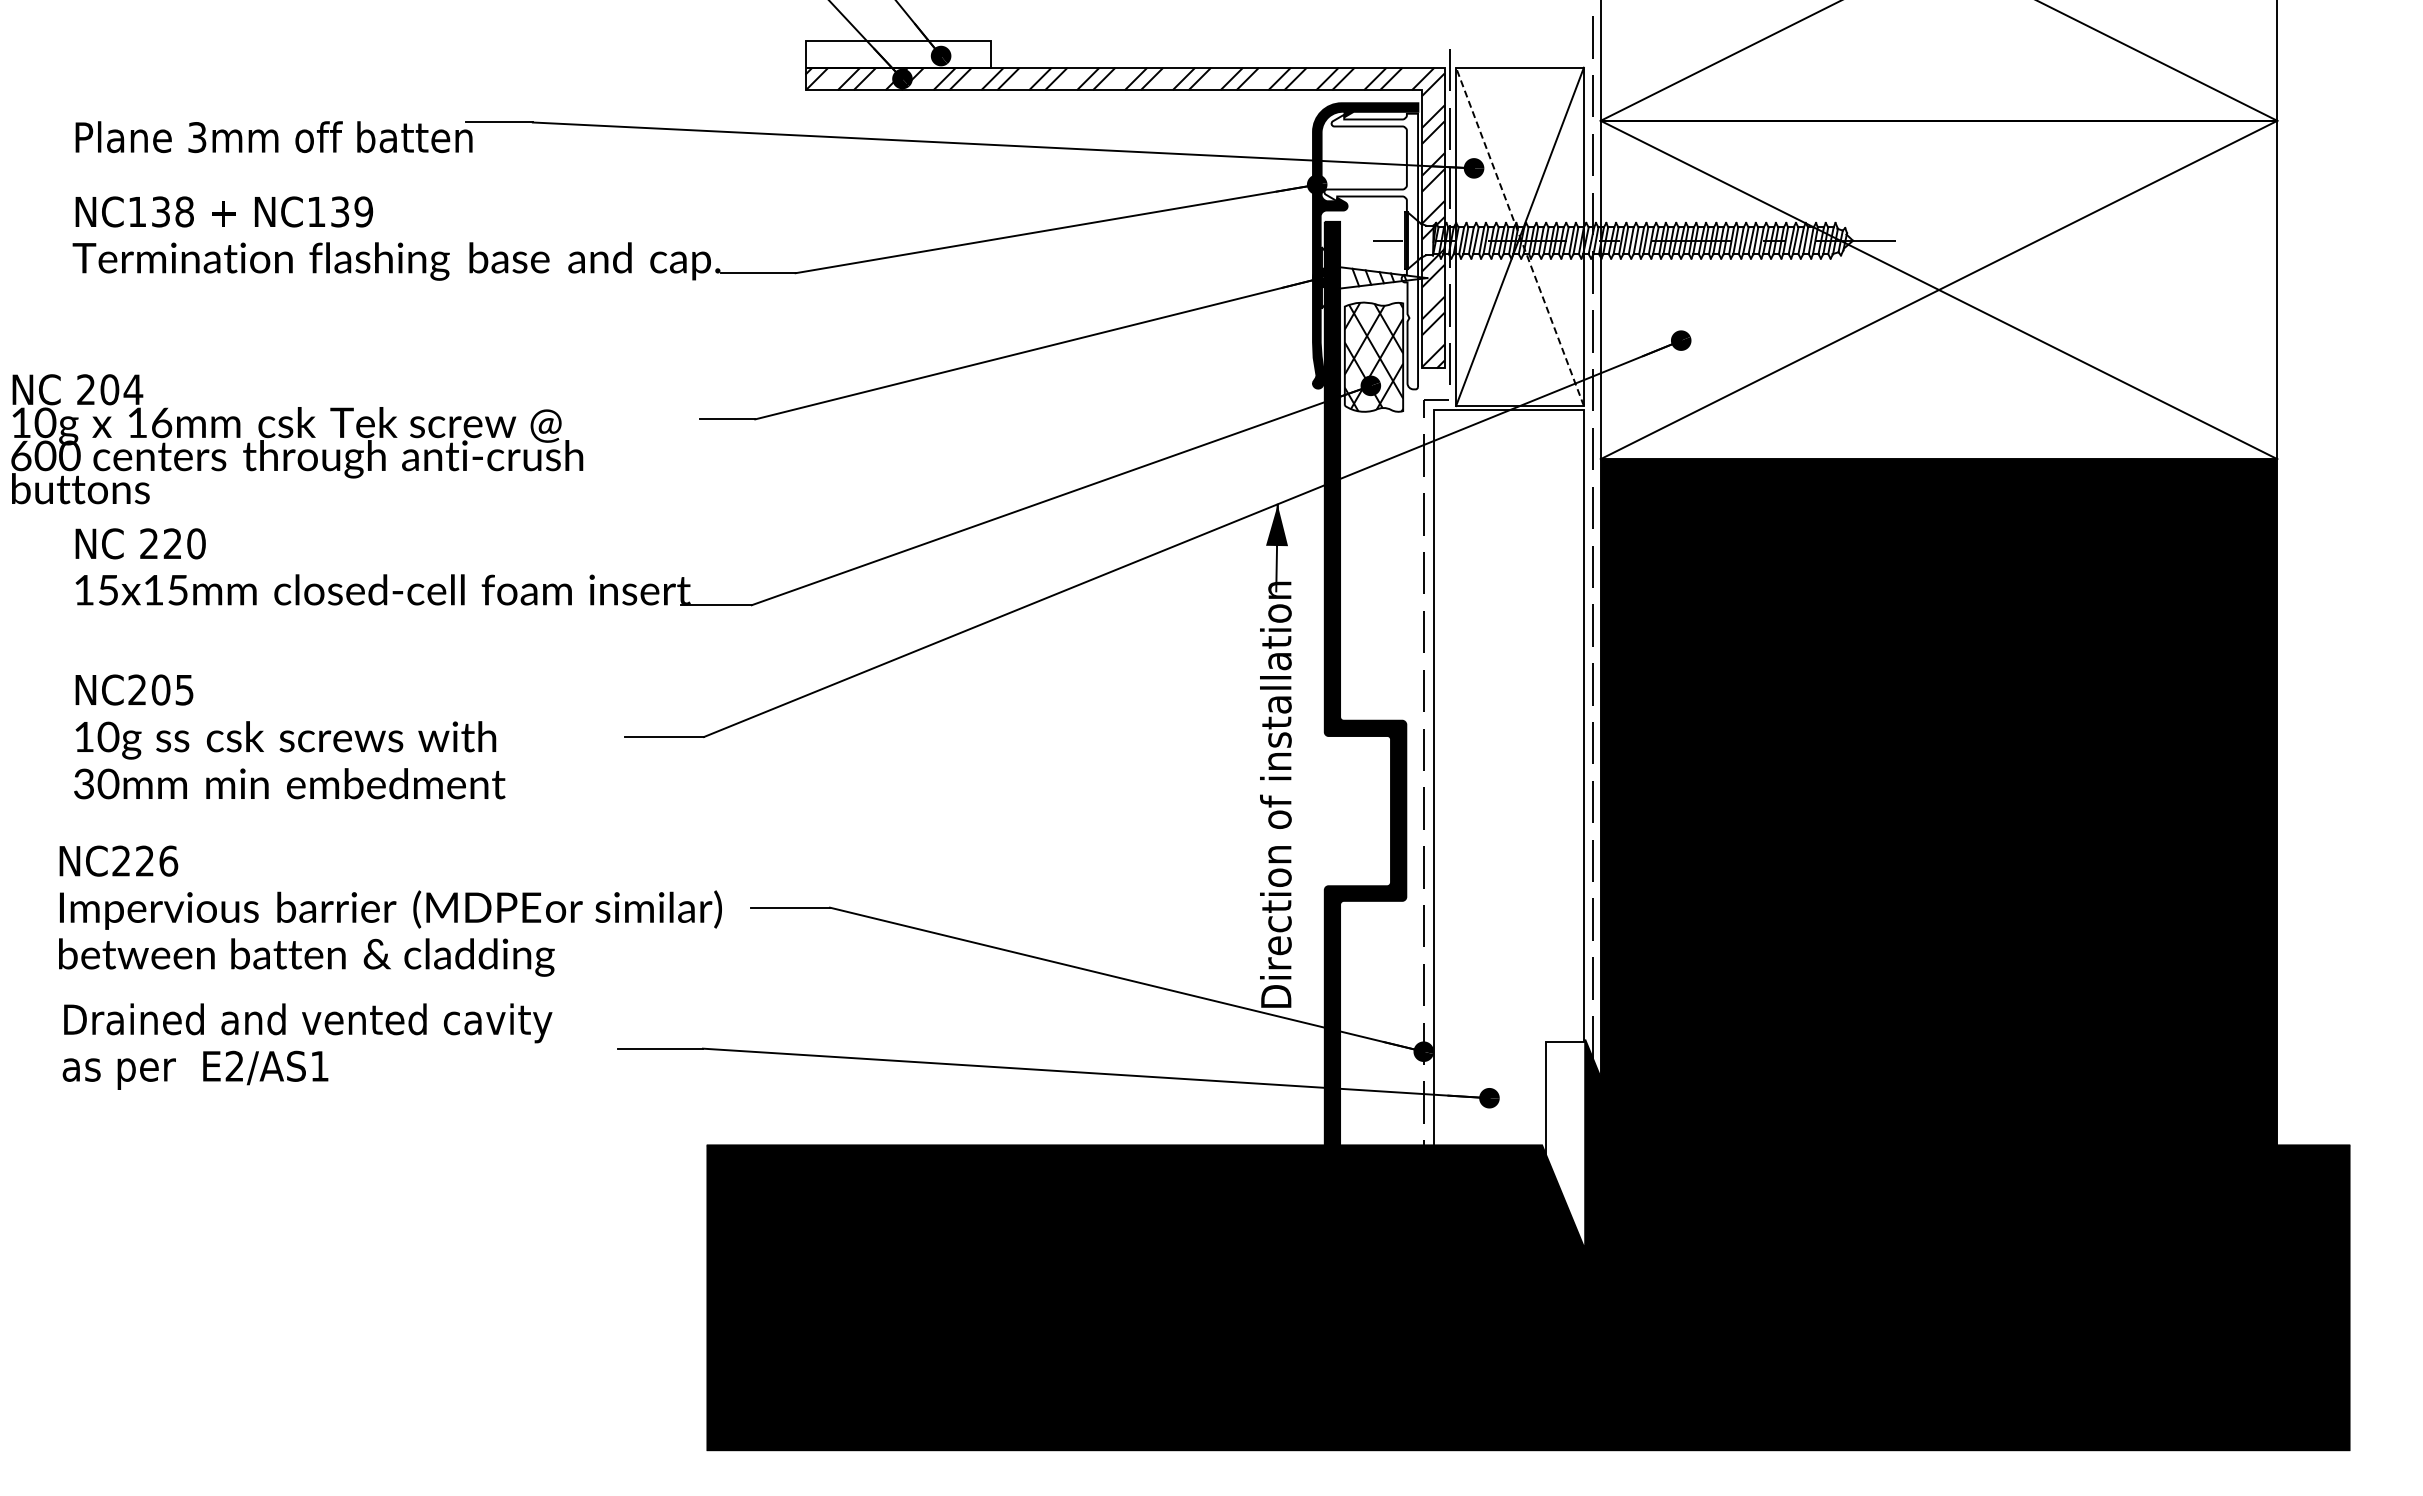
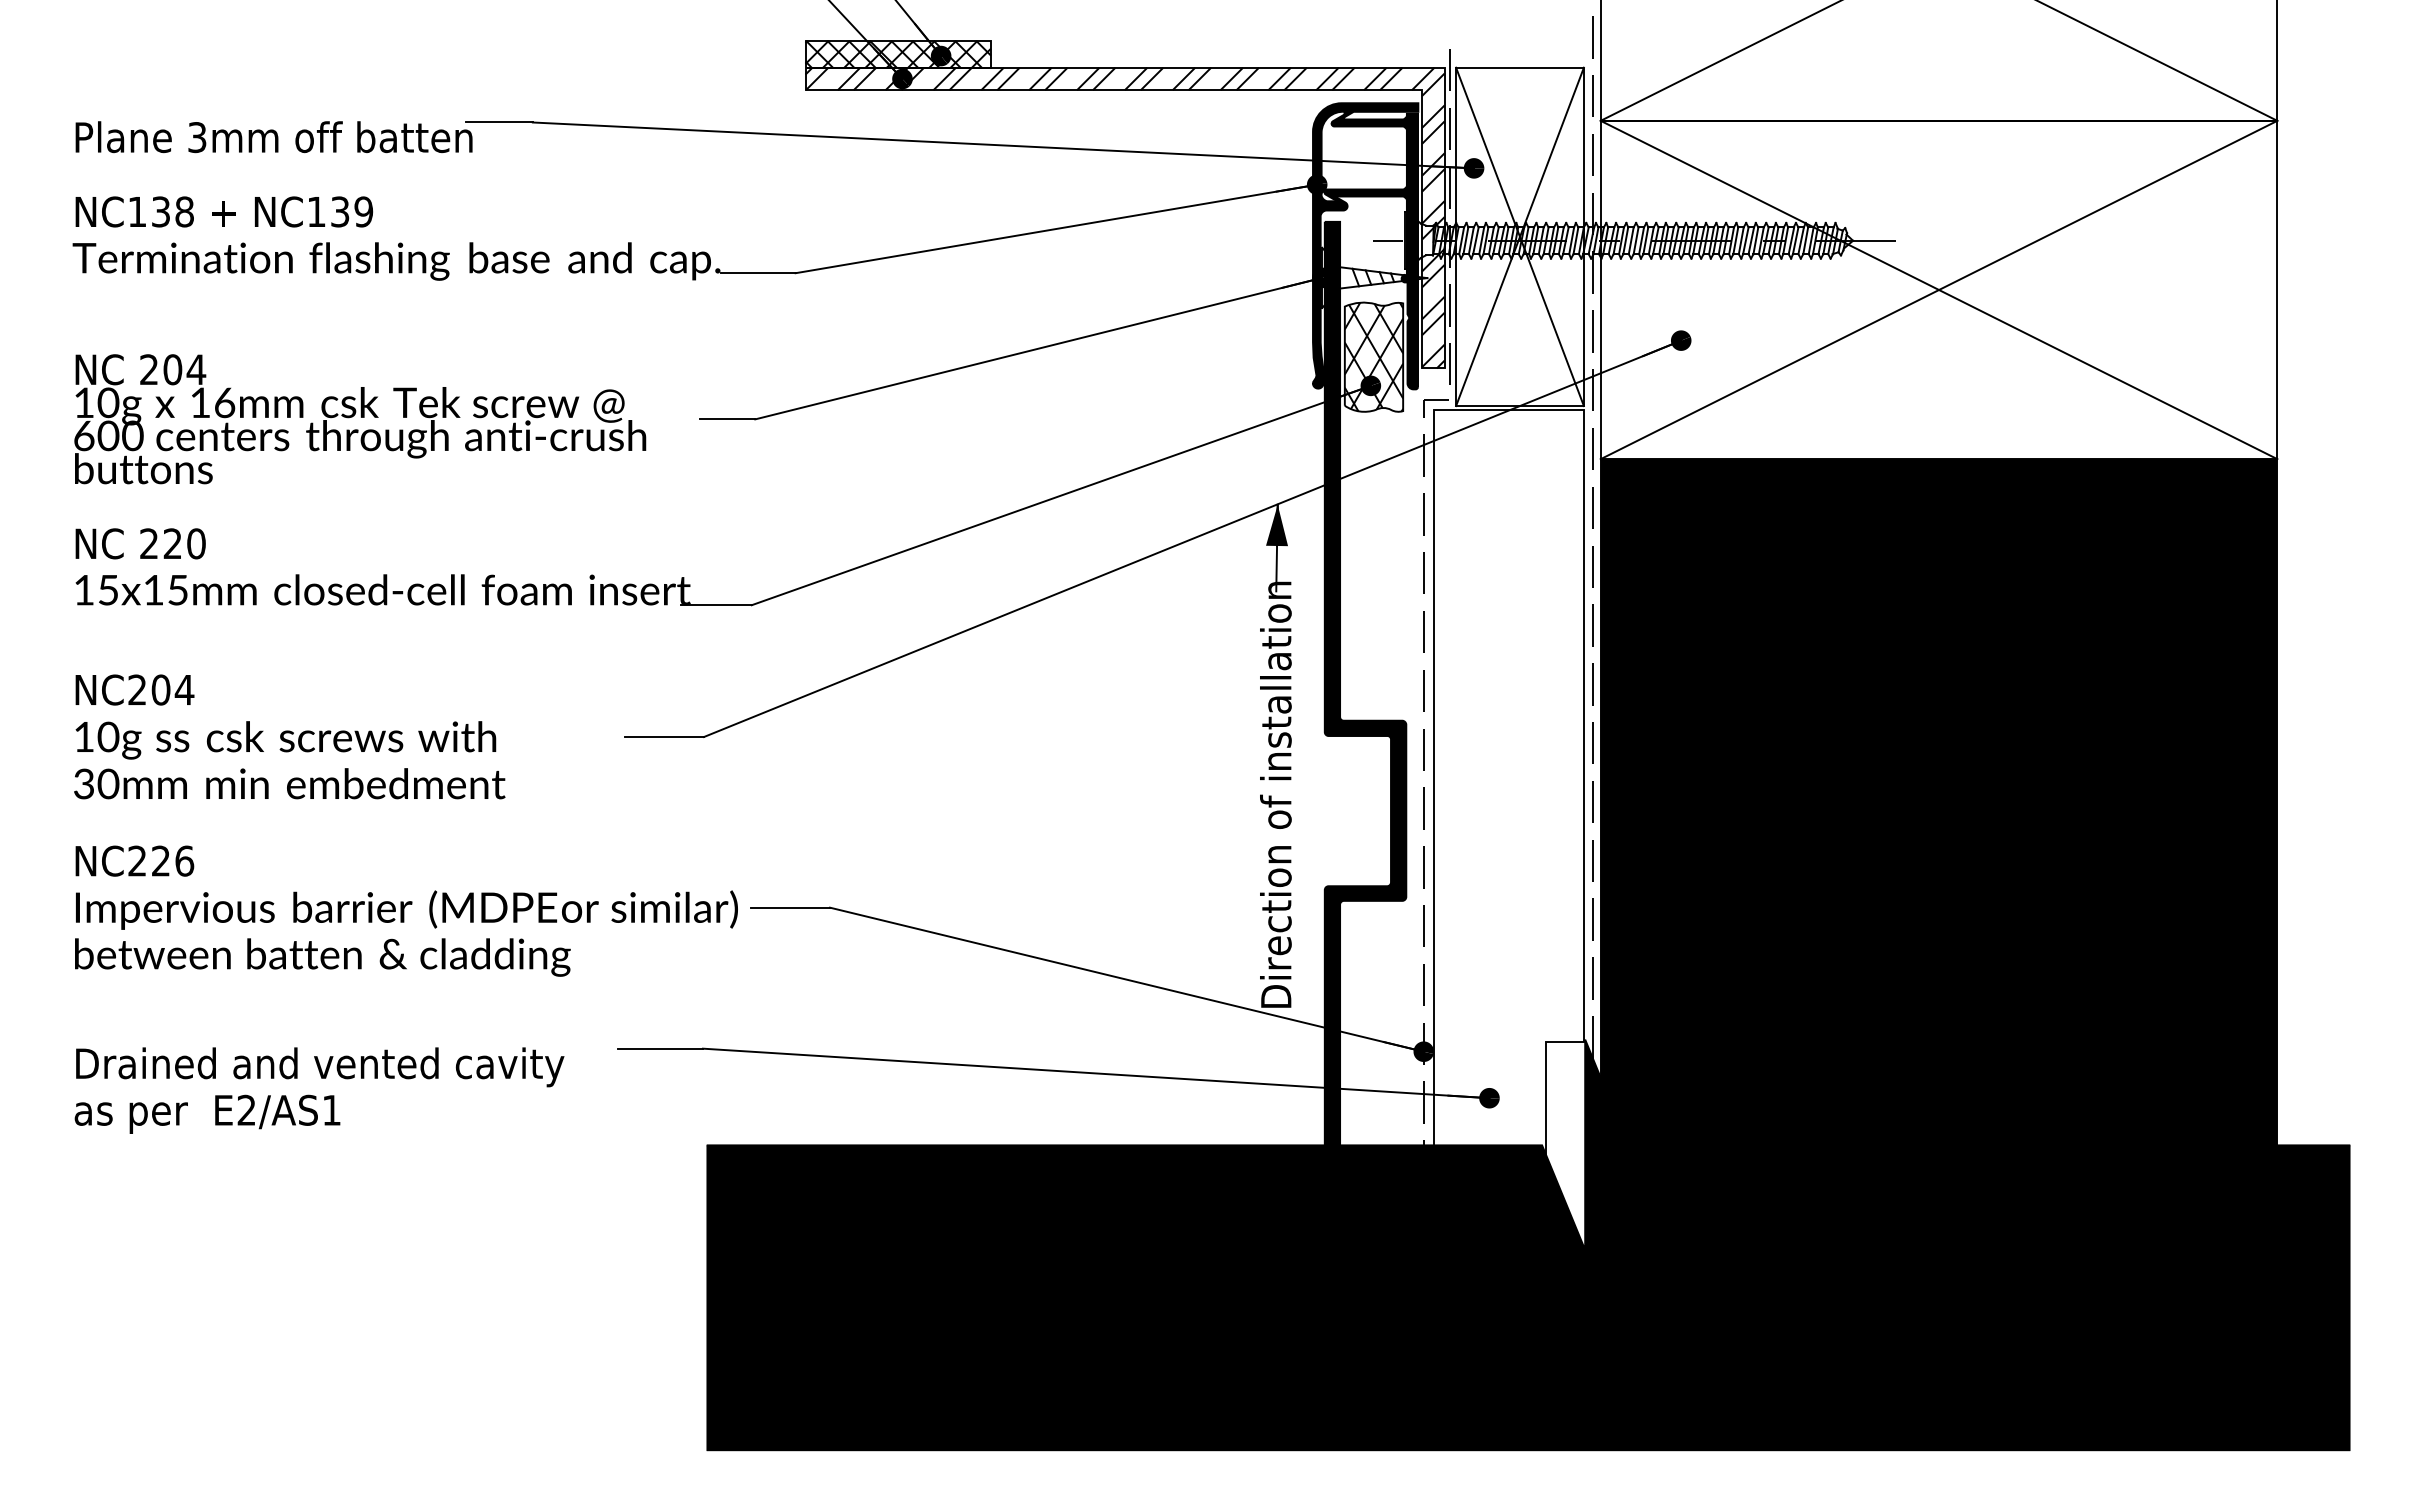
hatch at (897, 53): none -> present
line at (1520, 236): dashed -> solid
fill at (1371, 251): none -> present
text at (297, 439) position: (297, 439) -> (360, 419)
text at (184, 690): NC205 -> NC204
text at (390, 910) position: (390, 910) -> (406, 910)
text at (307, 1046) position: (307, 1046) -> (319, 1090)
